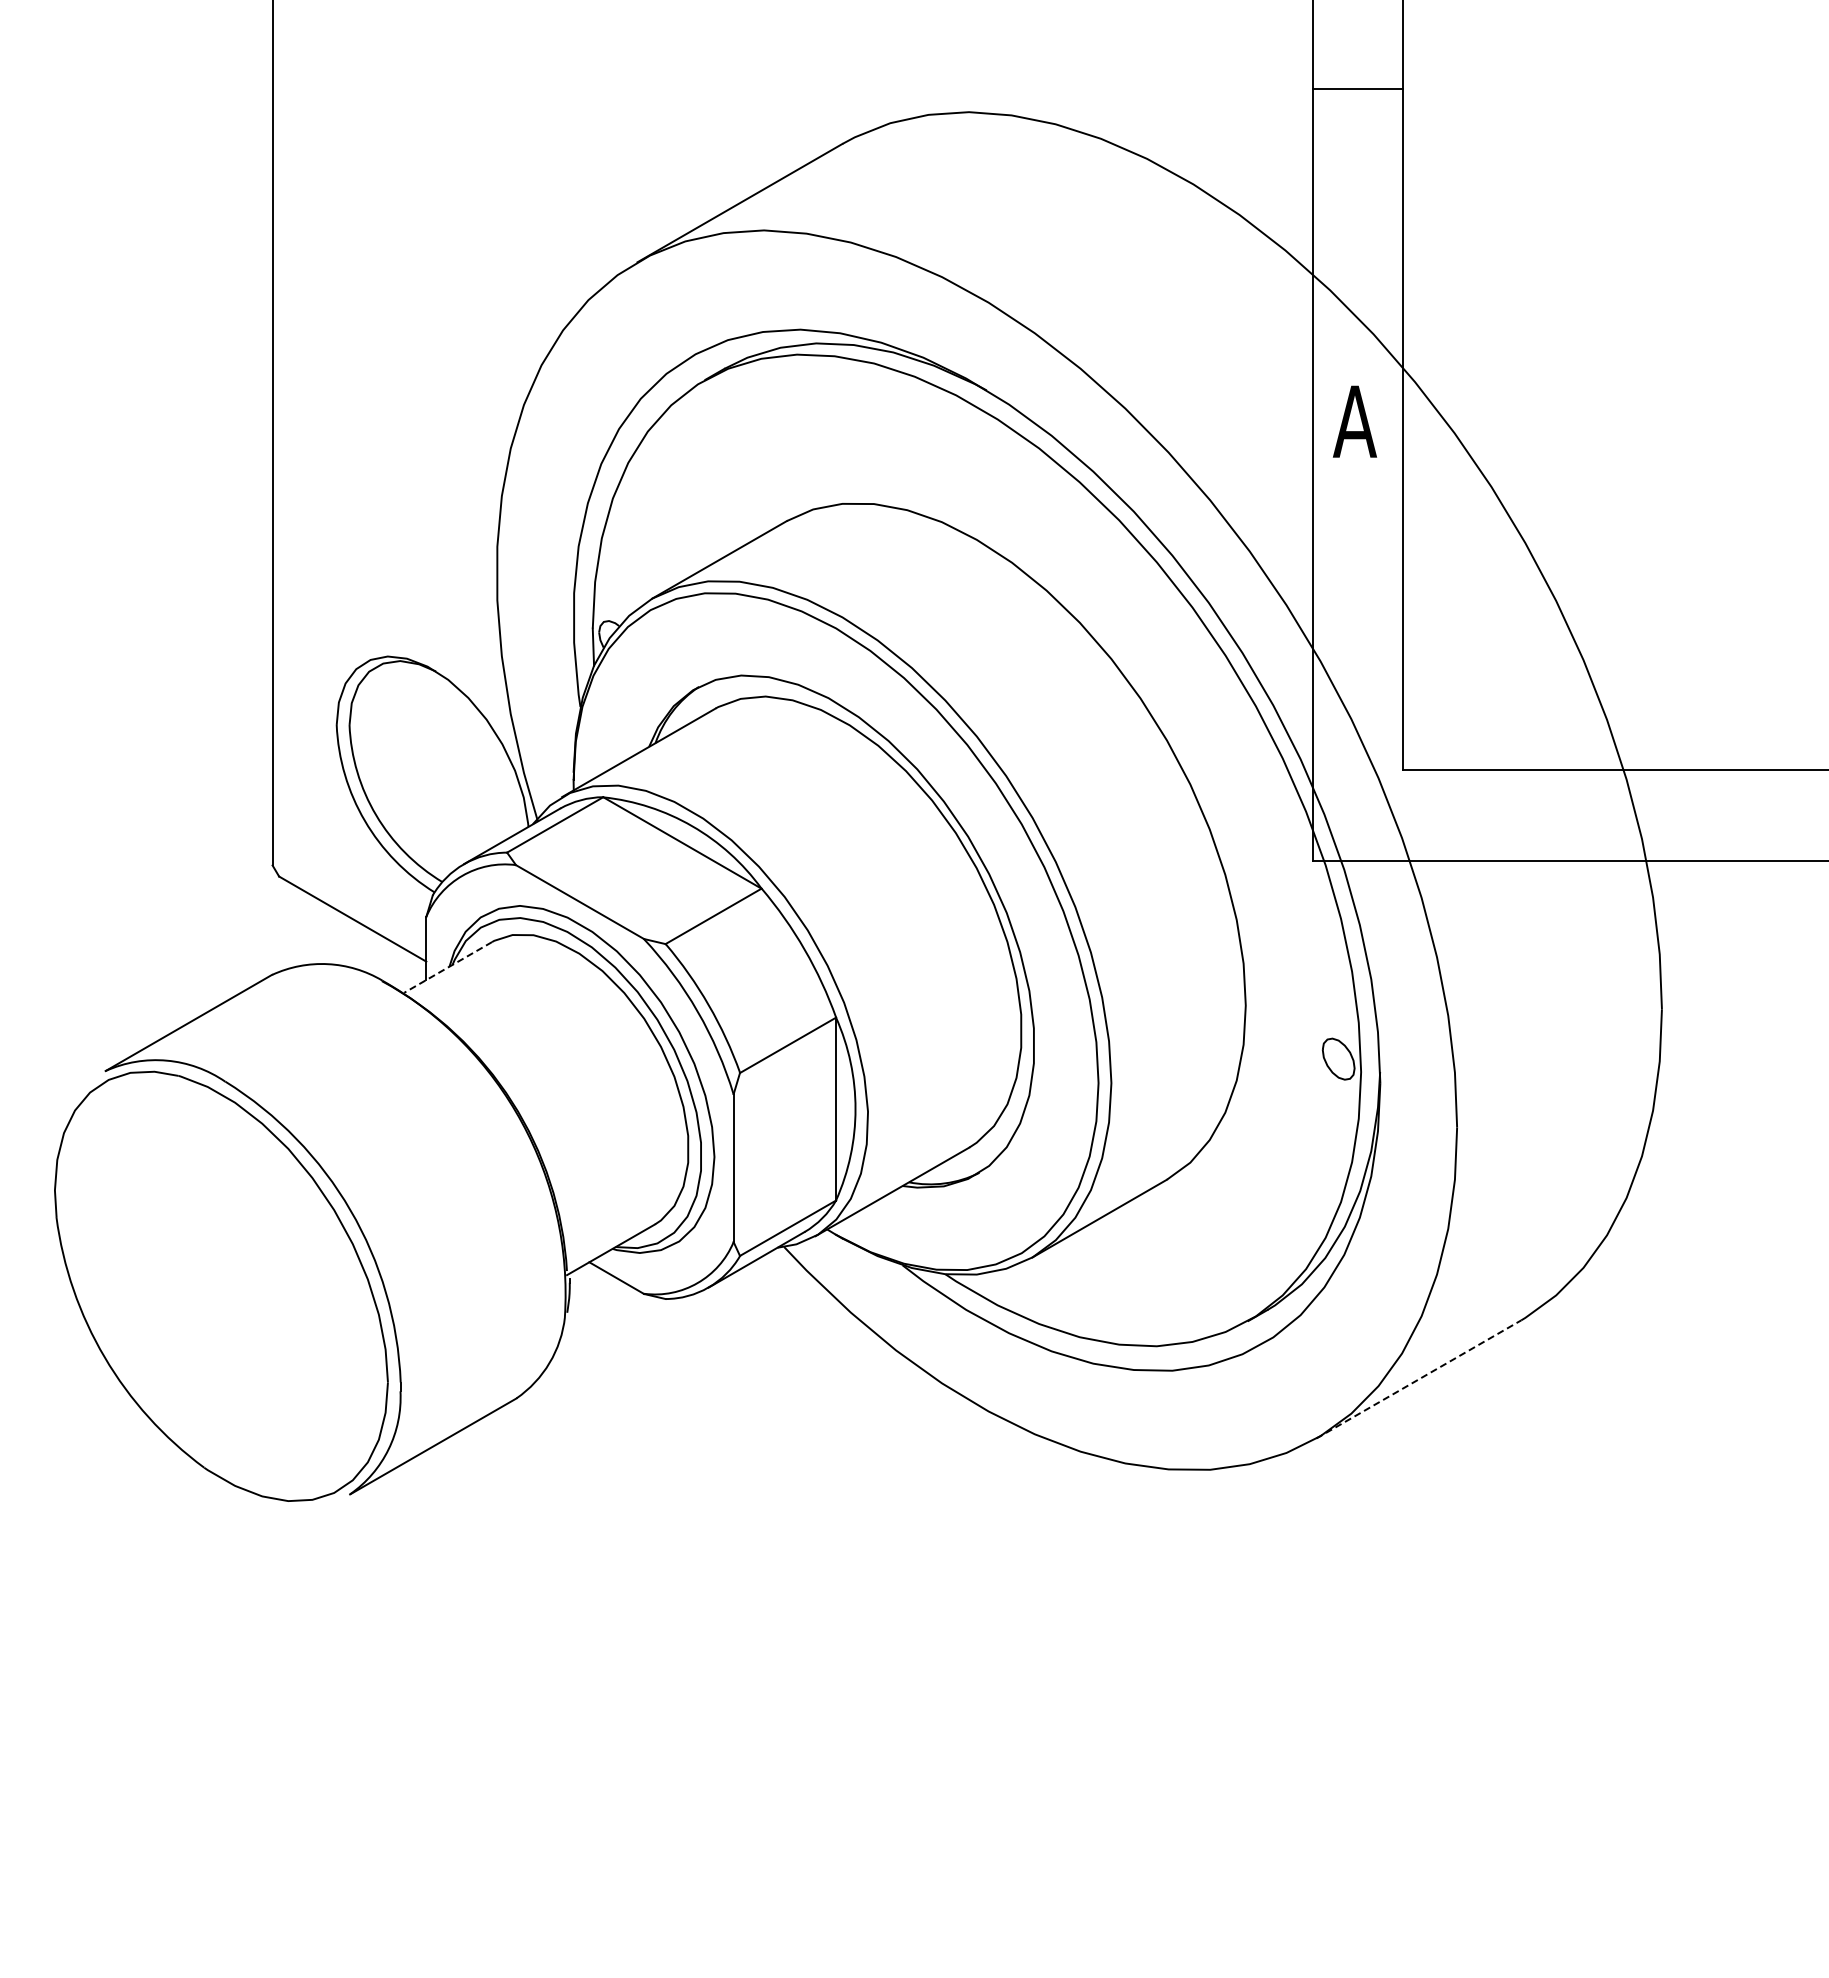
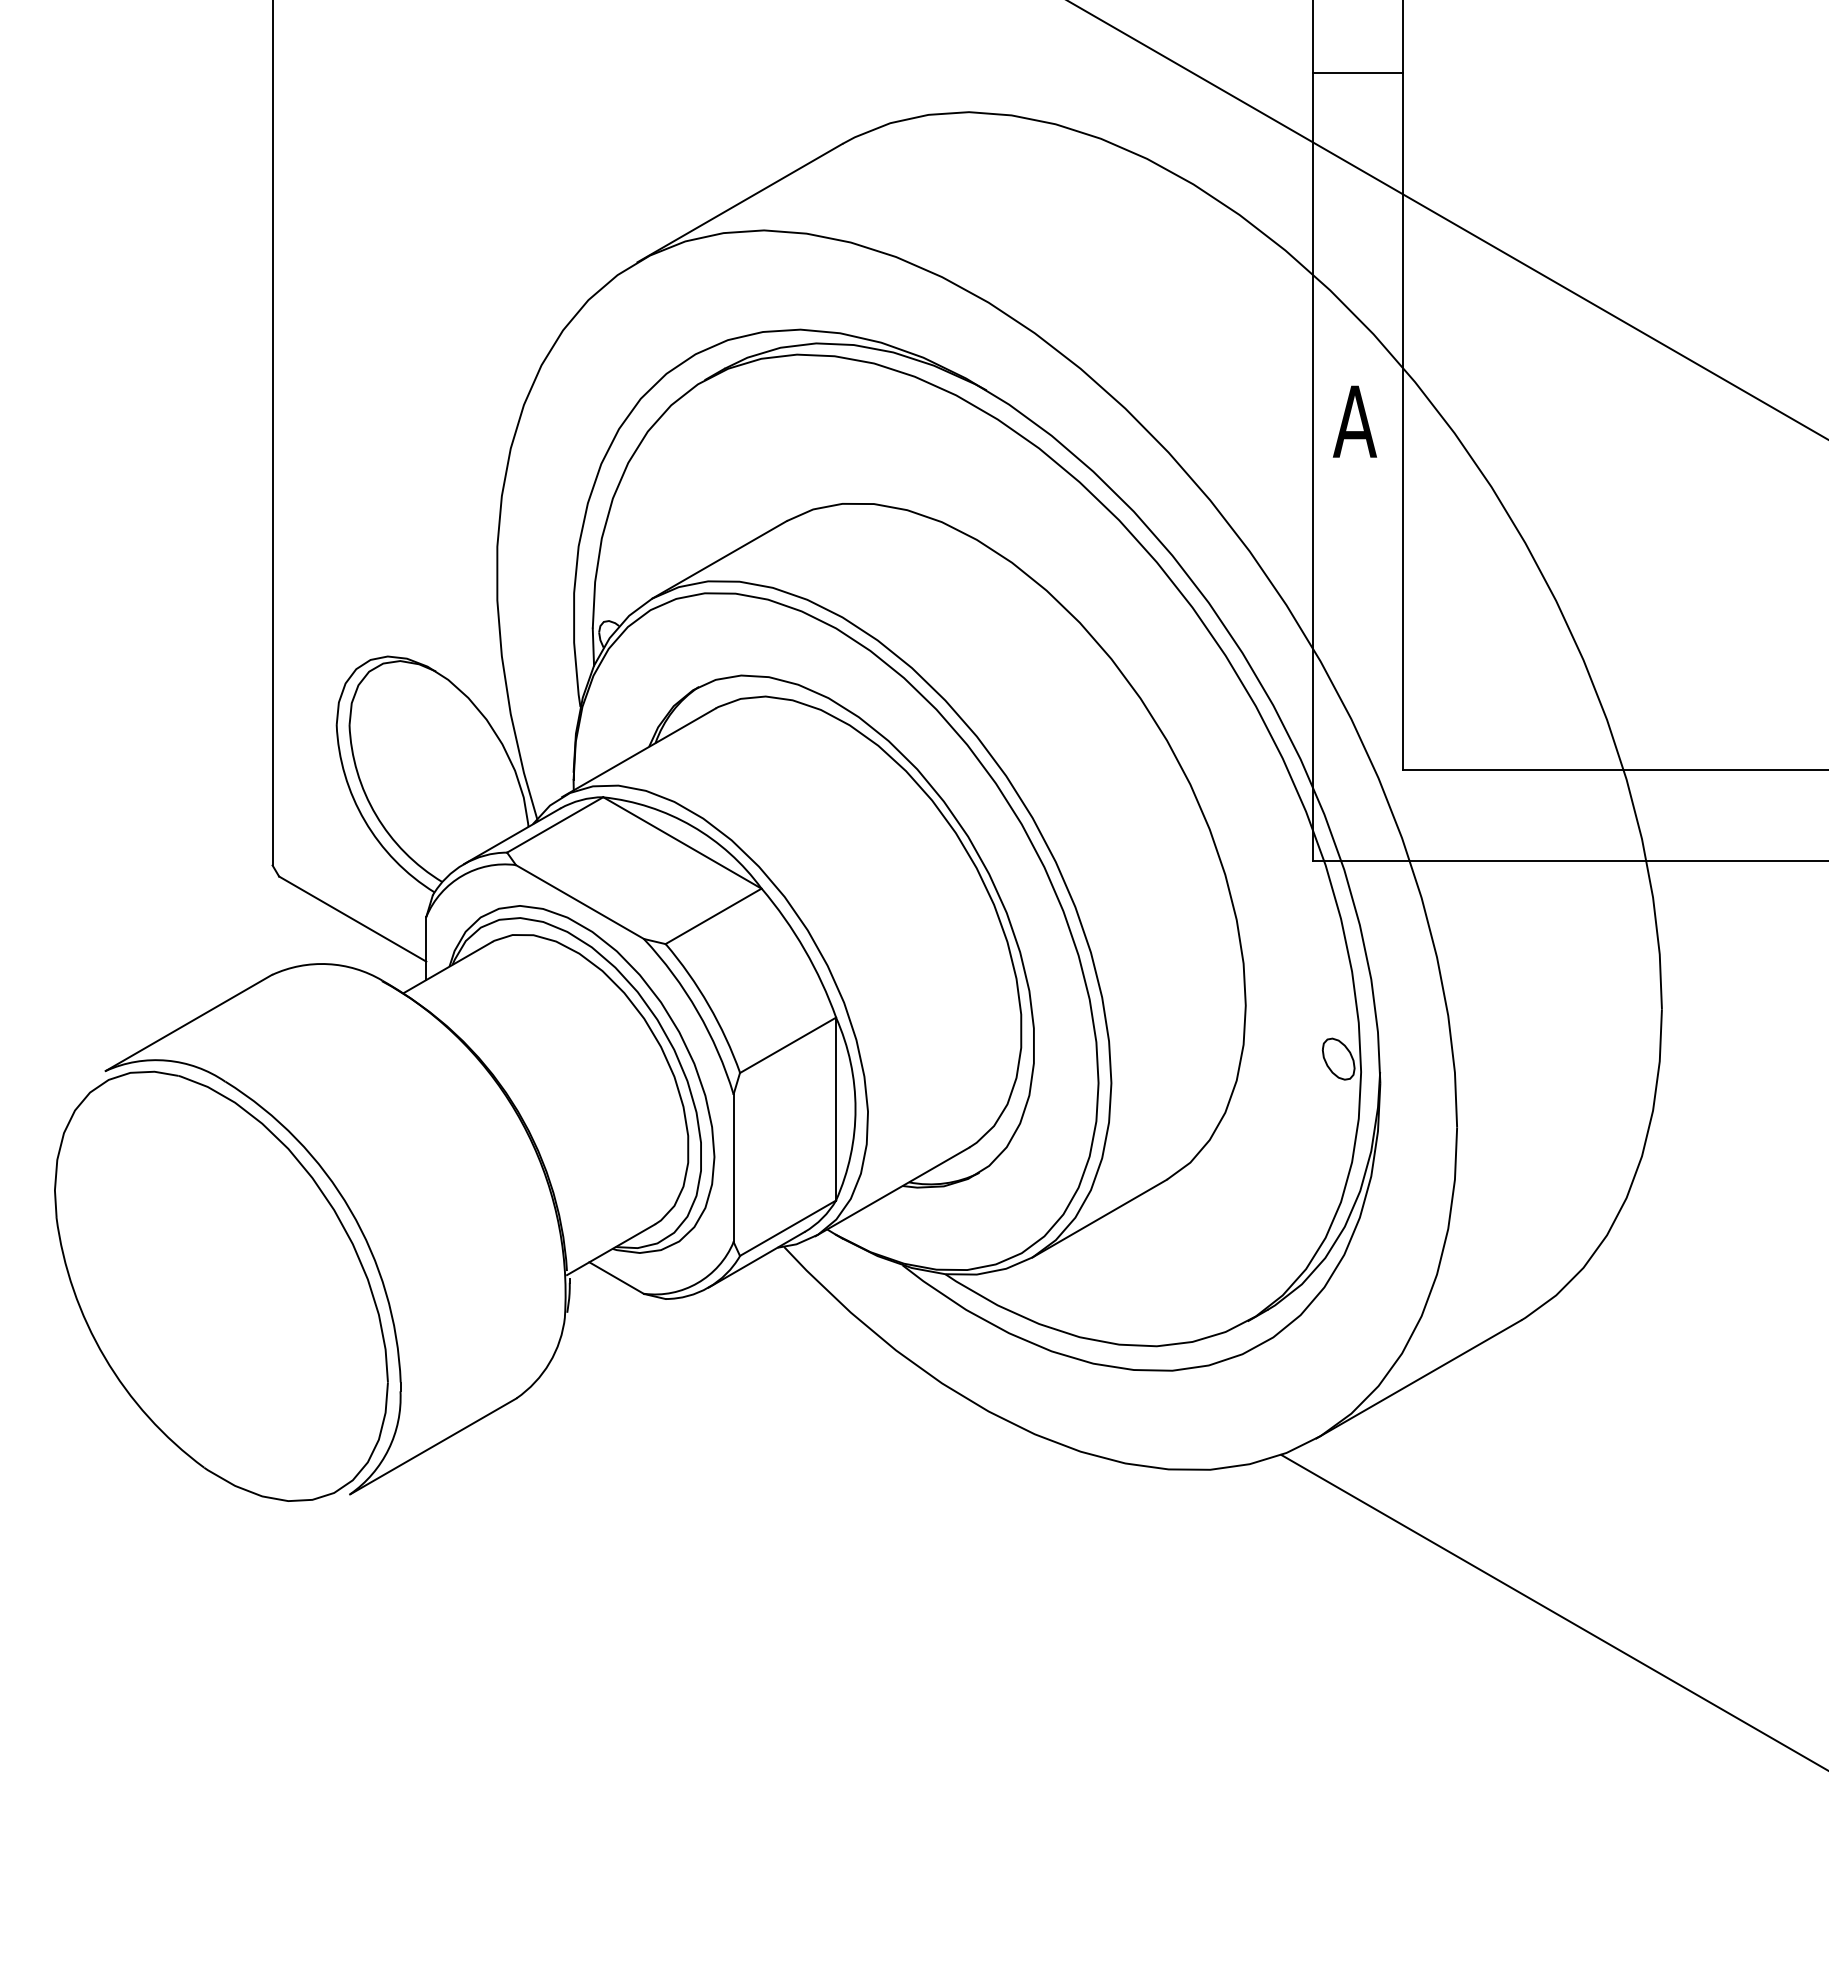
line at (1357, 88) position: (1357, 88) -> (1357, 72)
line at (1447, 220): none -> present
line at (448, 967): dashed -> solid
line at (1419, 1379): dashed -> solid
line at (1553, 1611): none -> present
